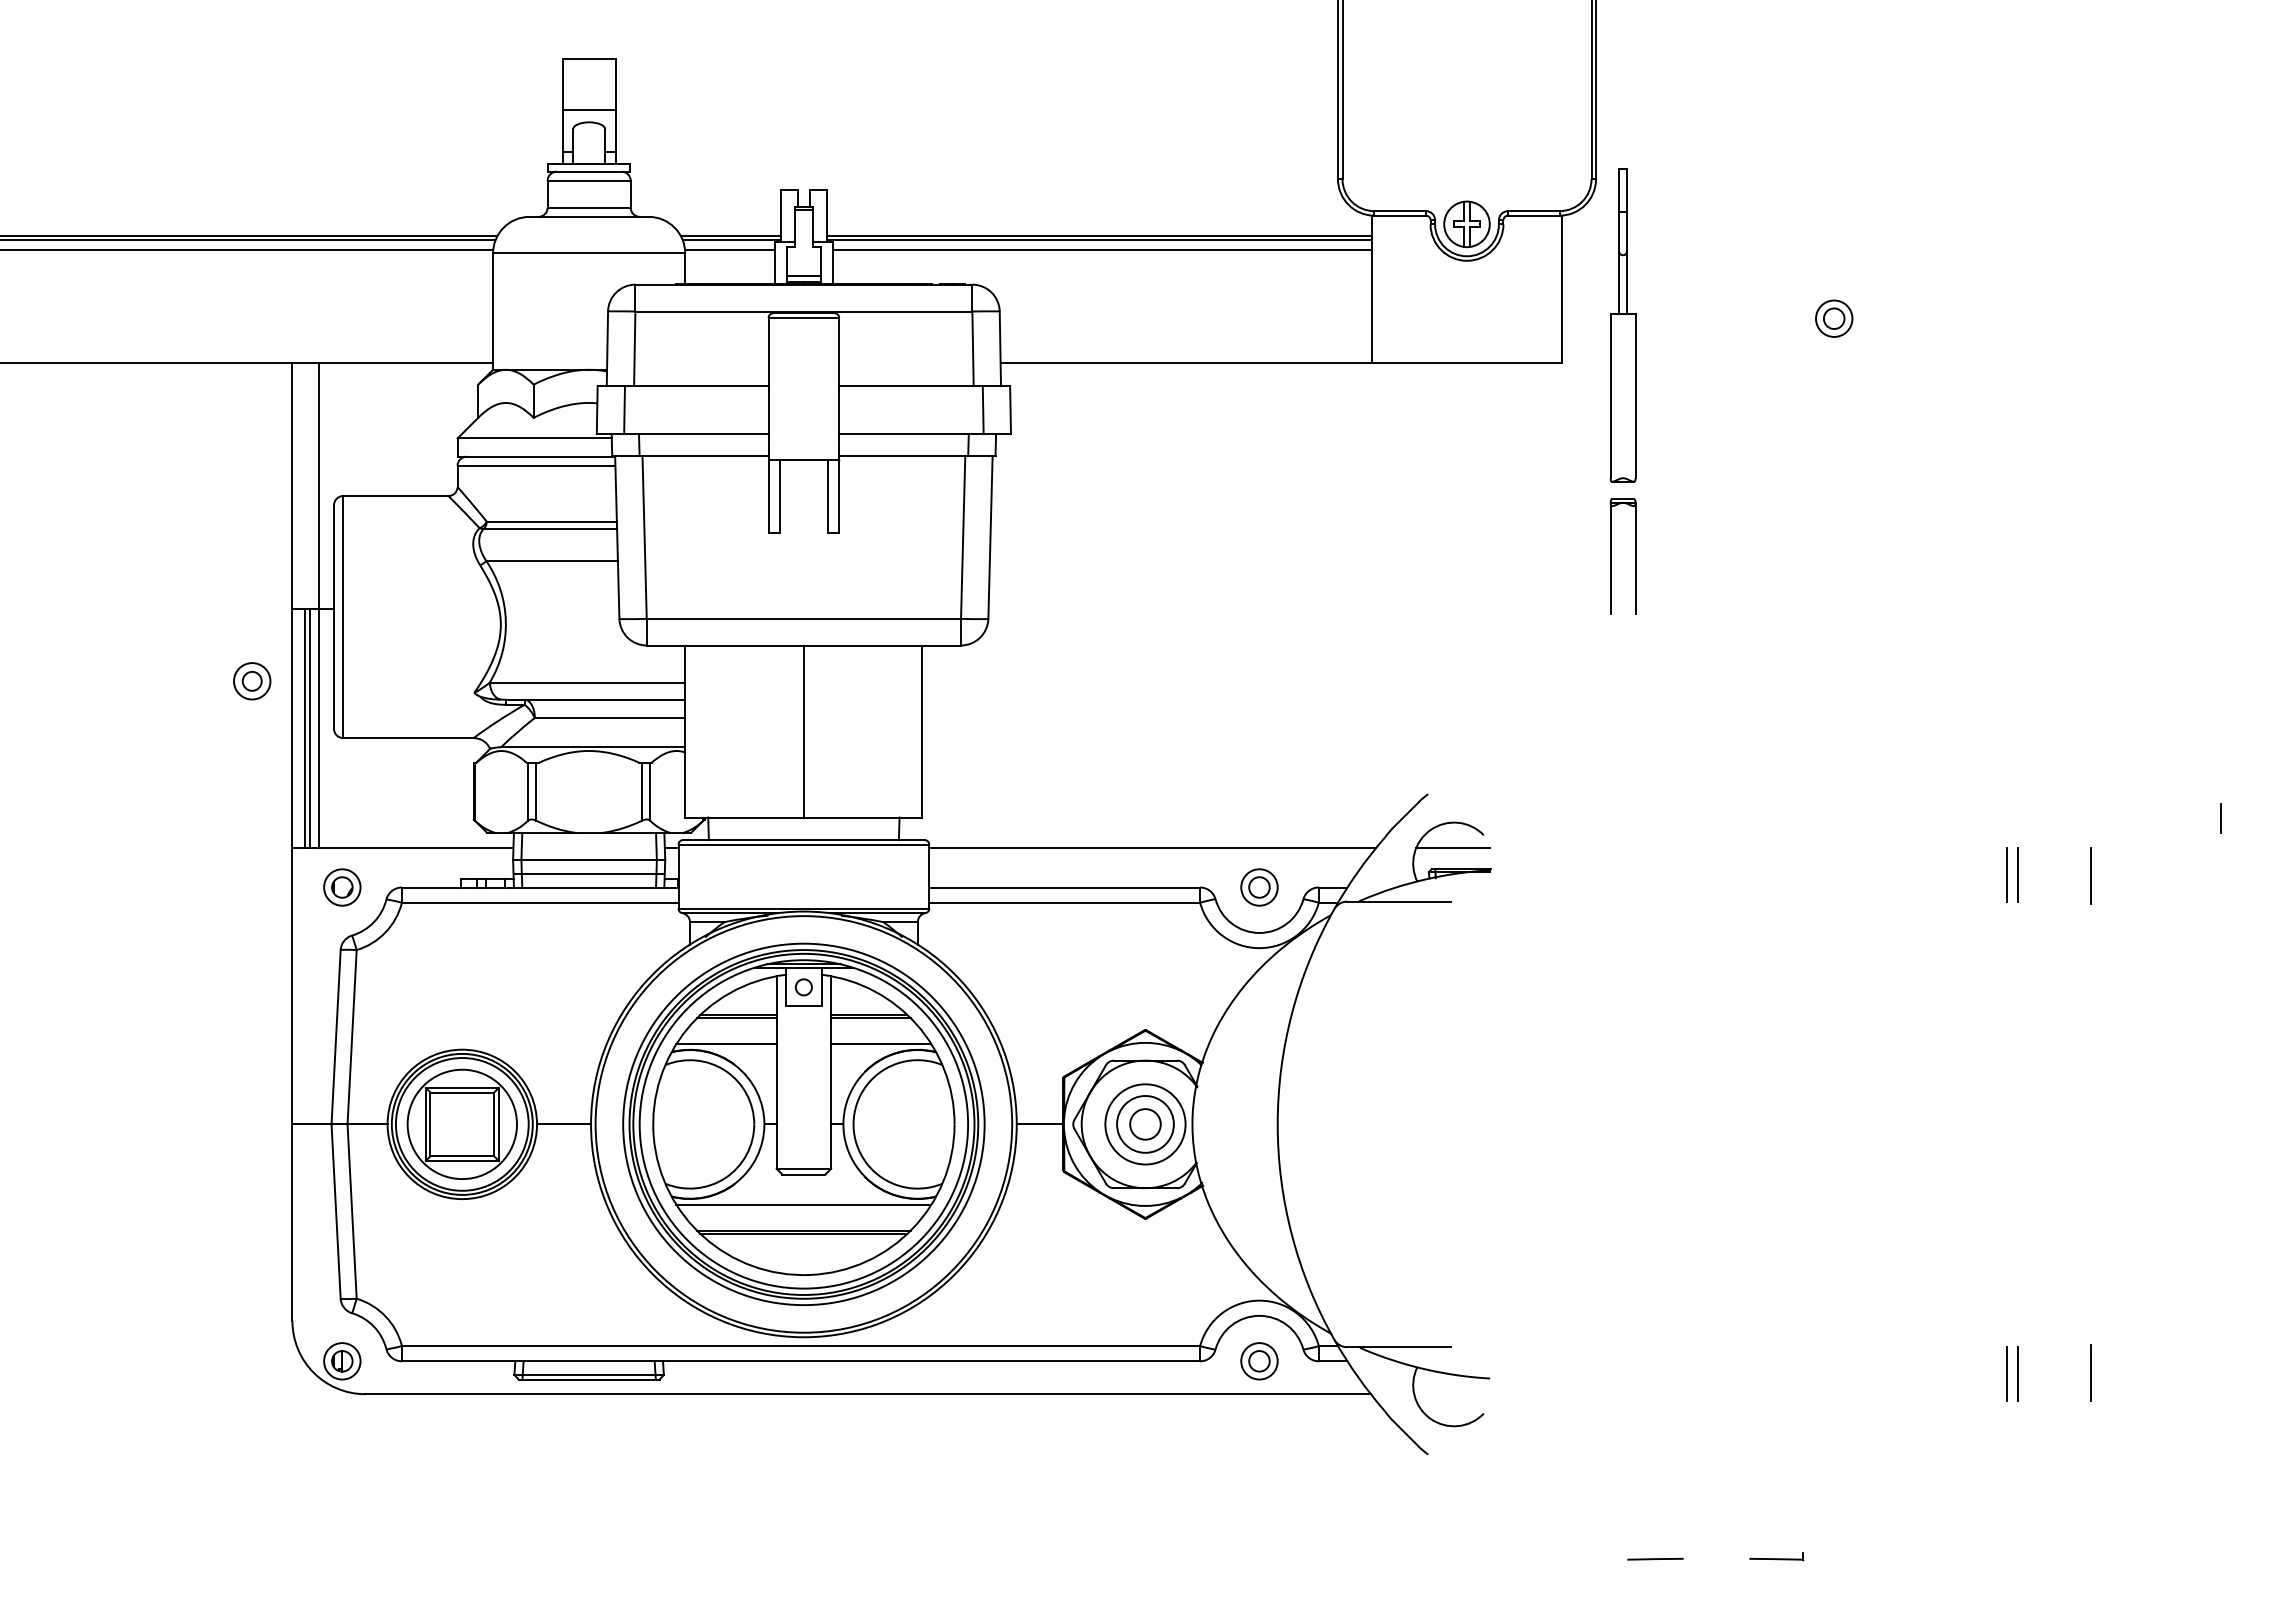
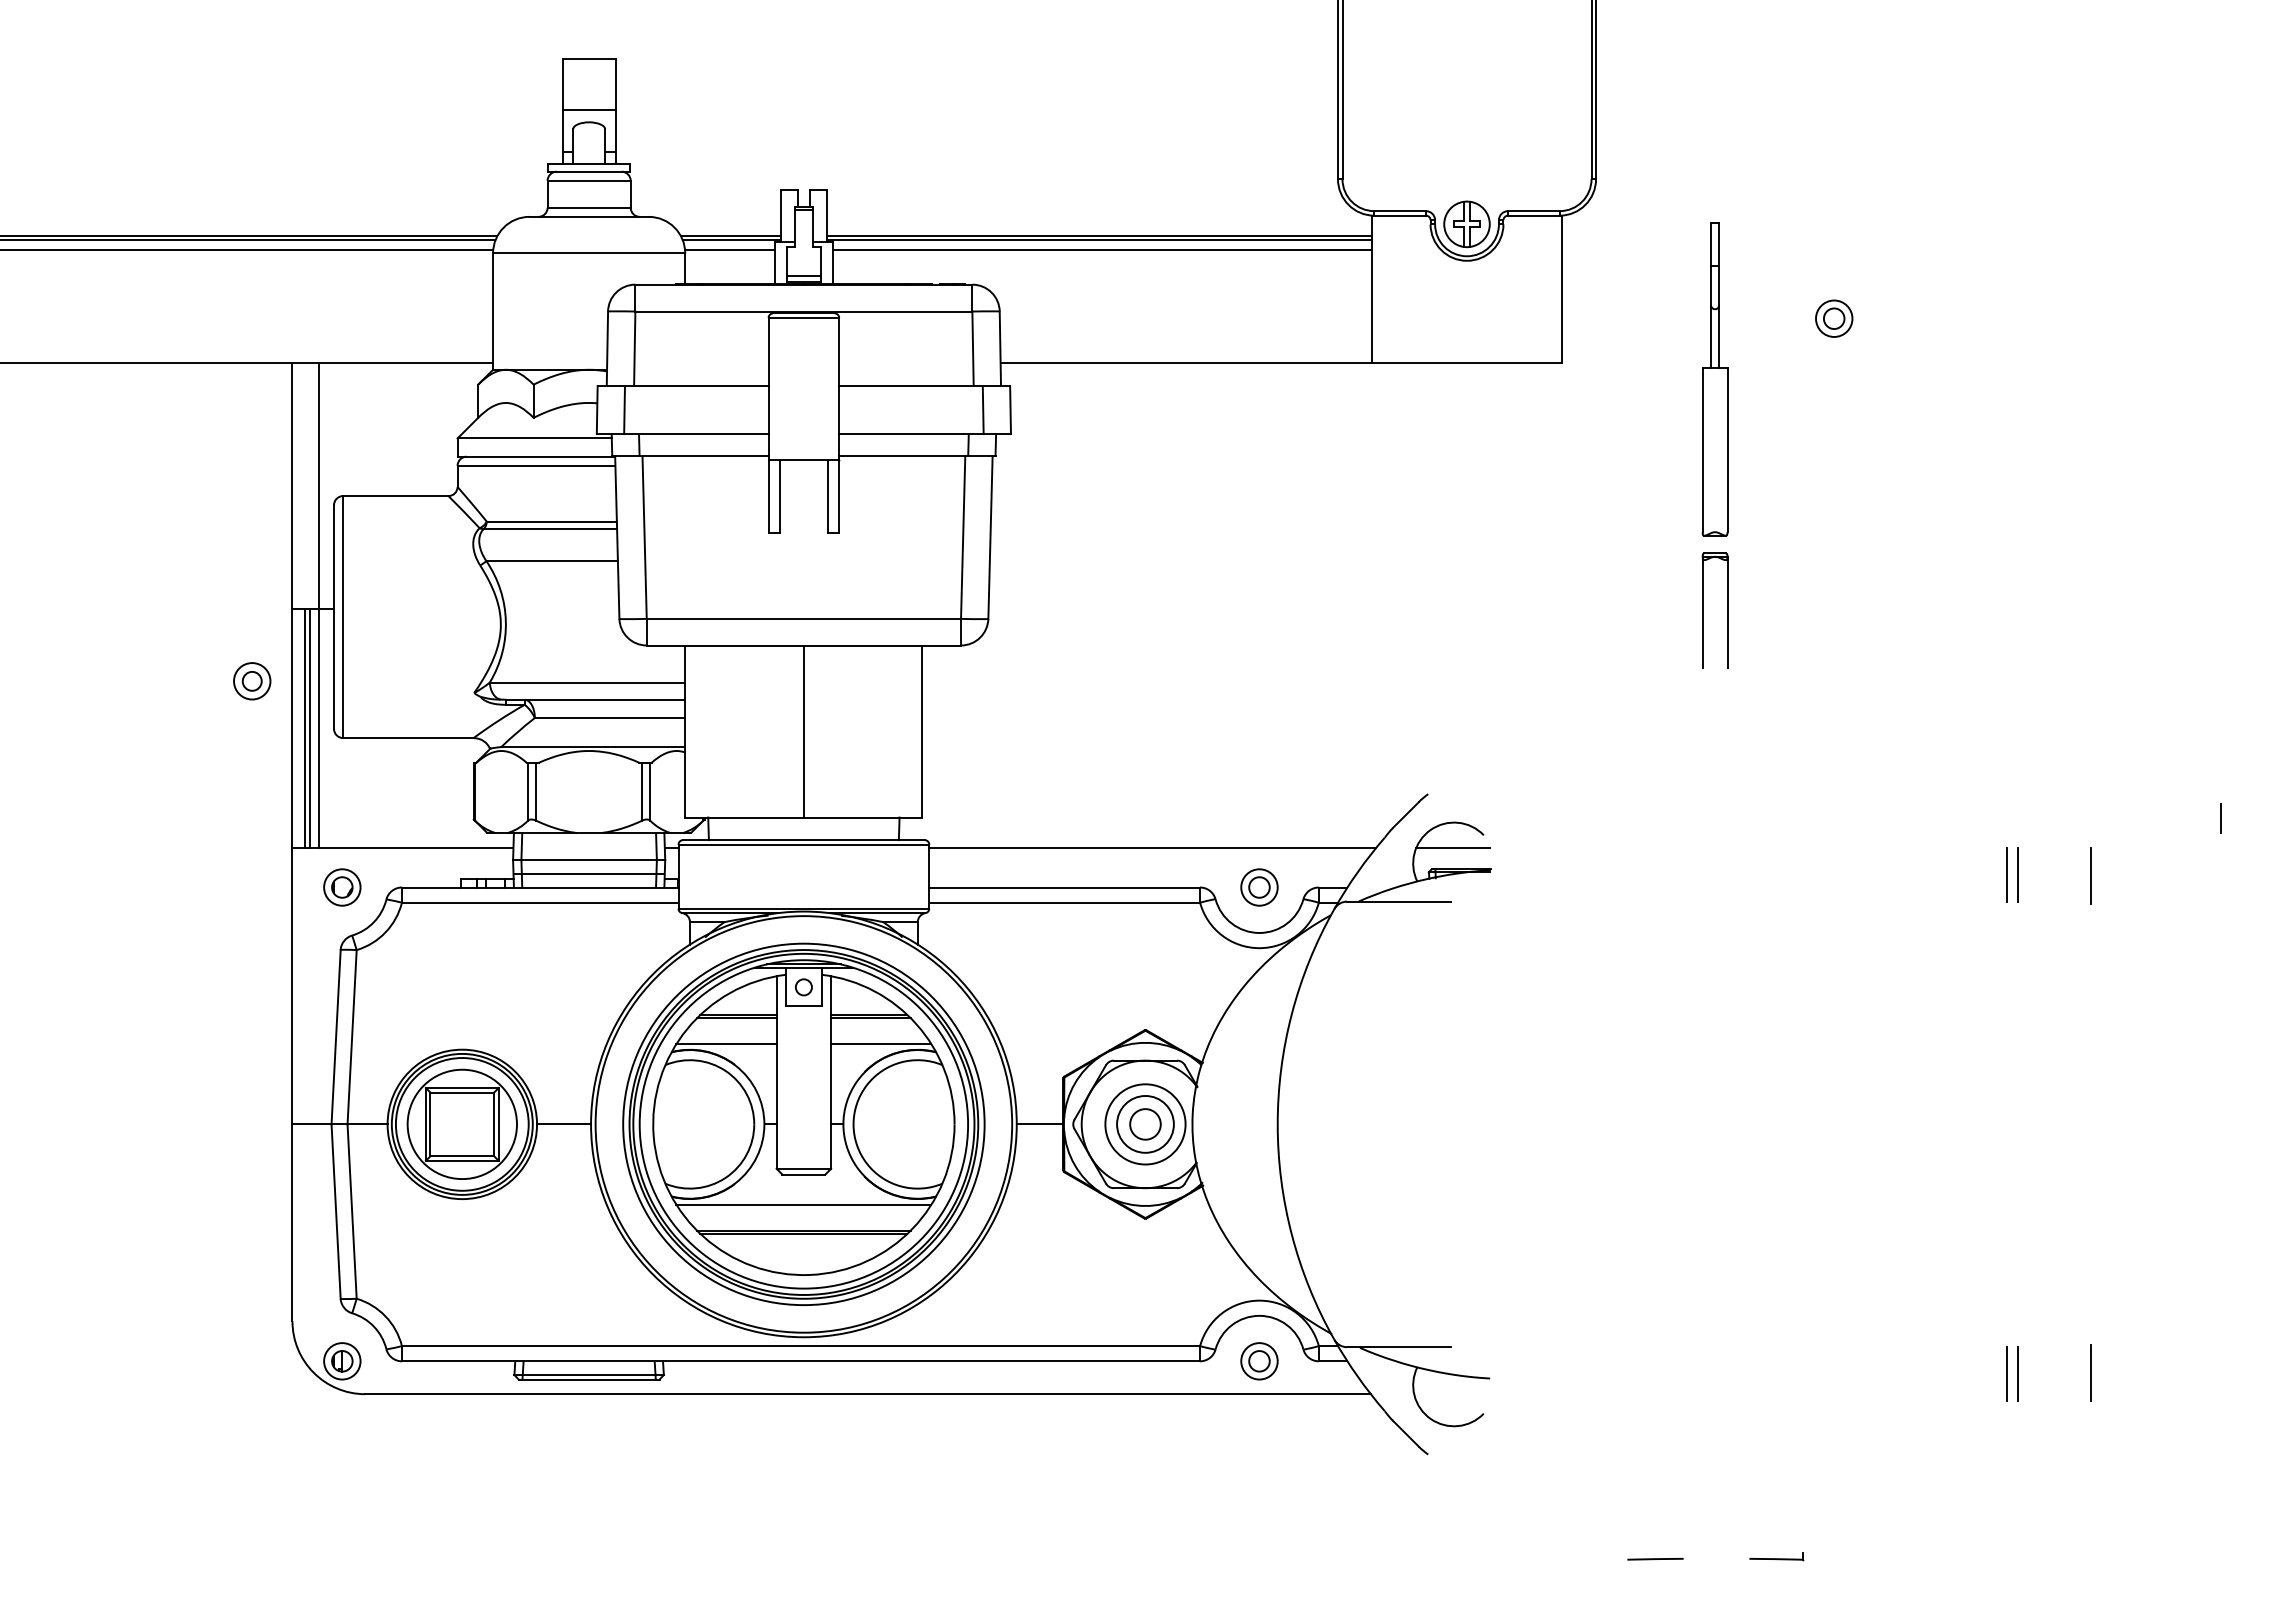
part at (1622, 391) position: (1622, 391) -> (1714, 445)
